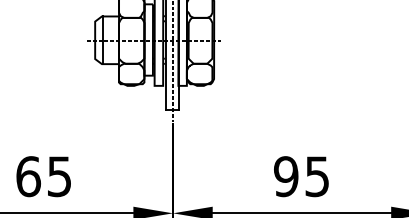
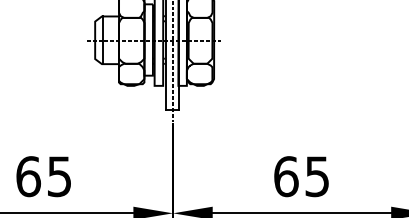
text at (286, 176): 95 -> 65
